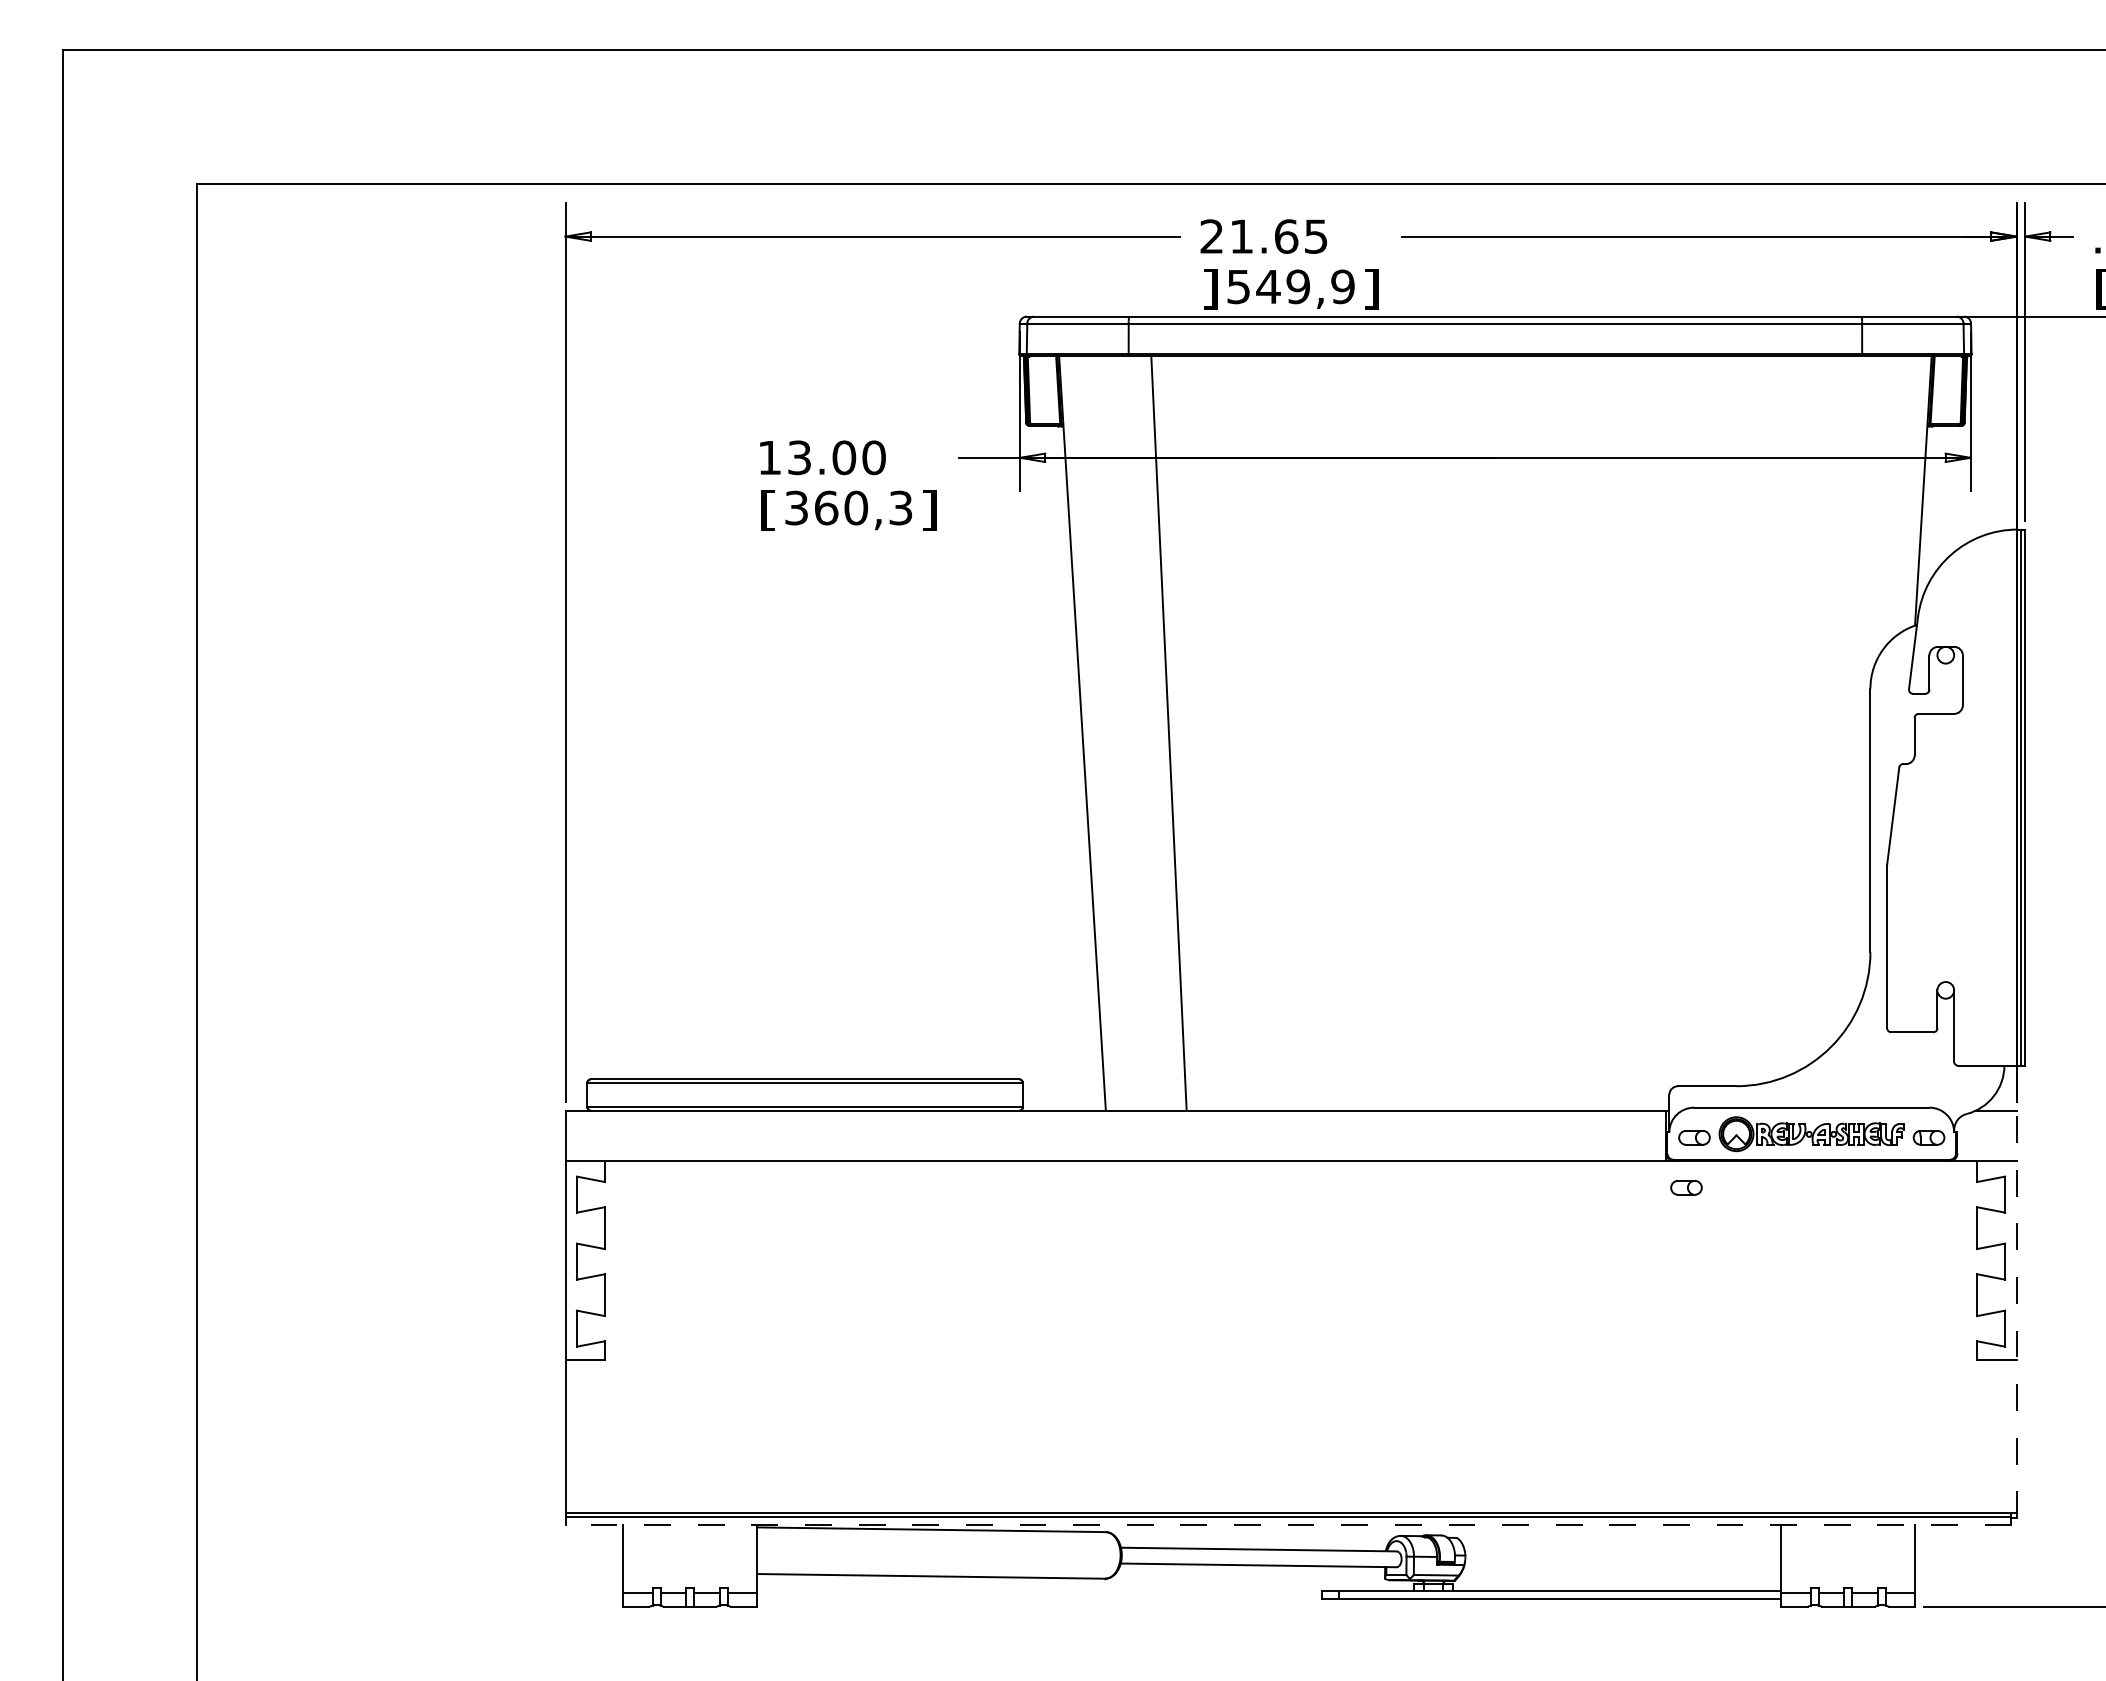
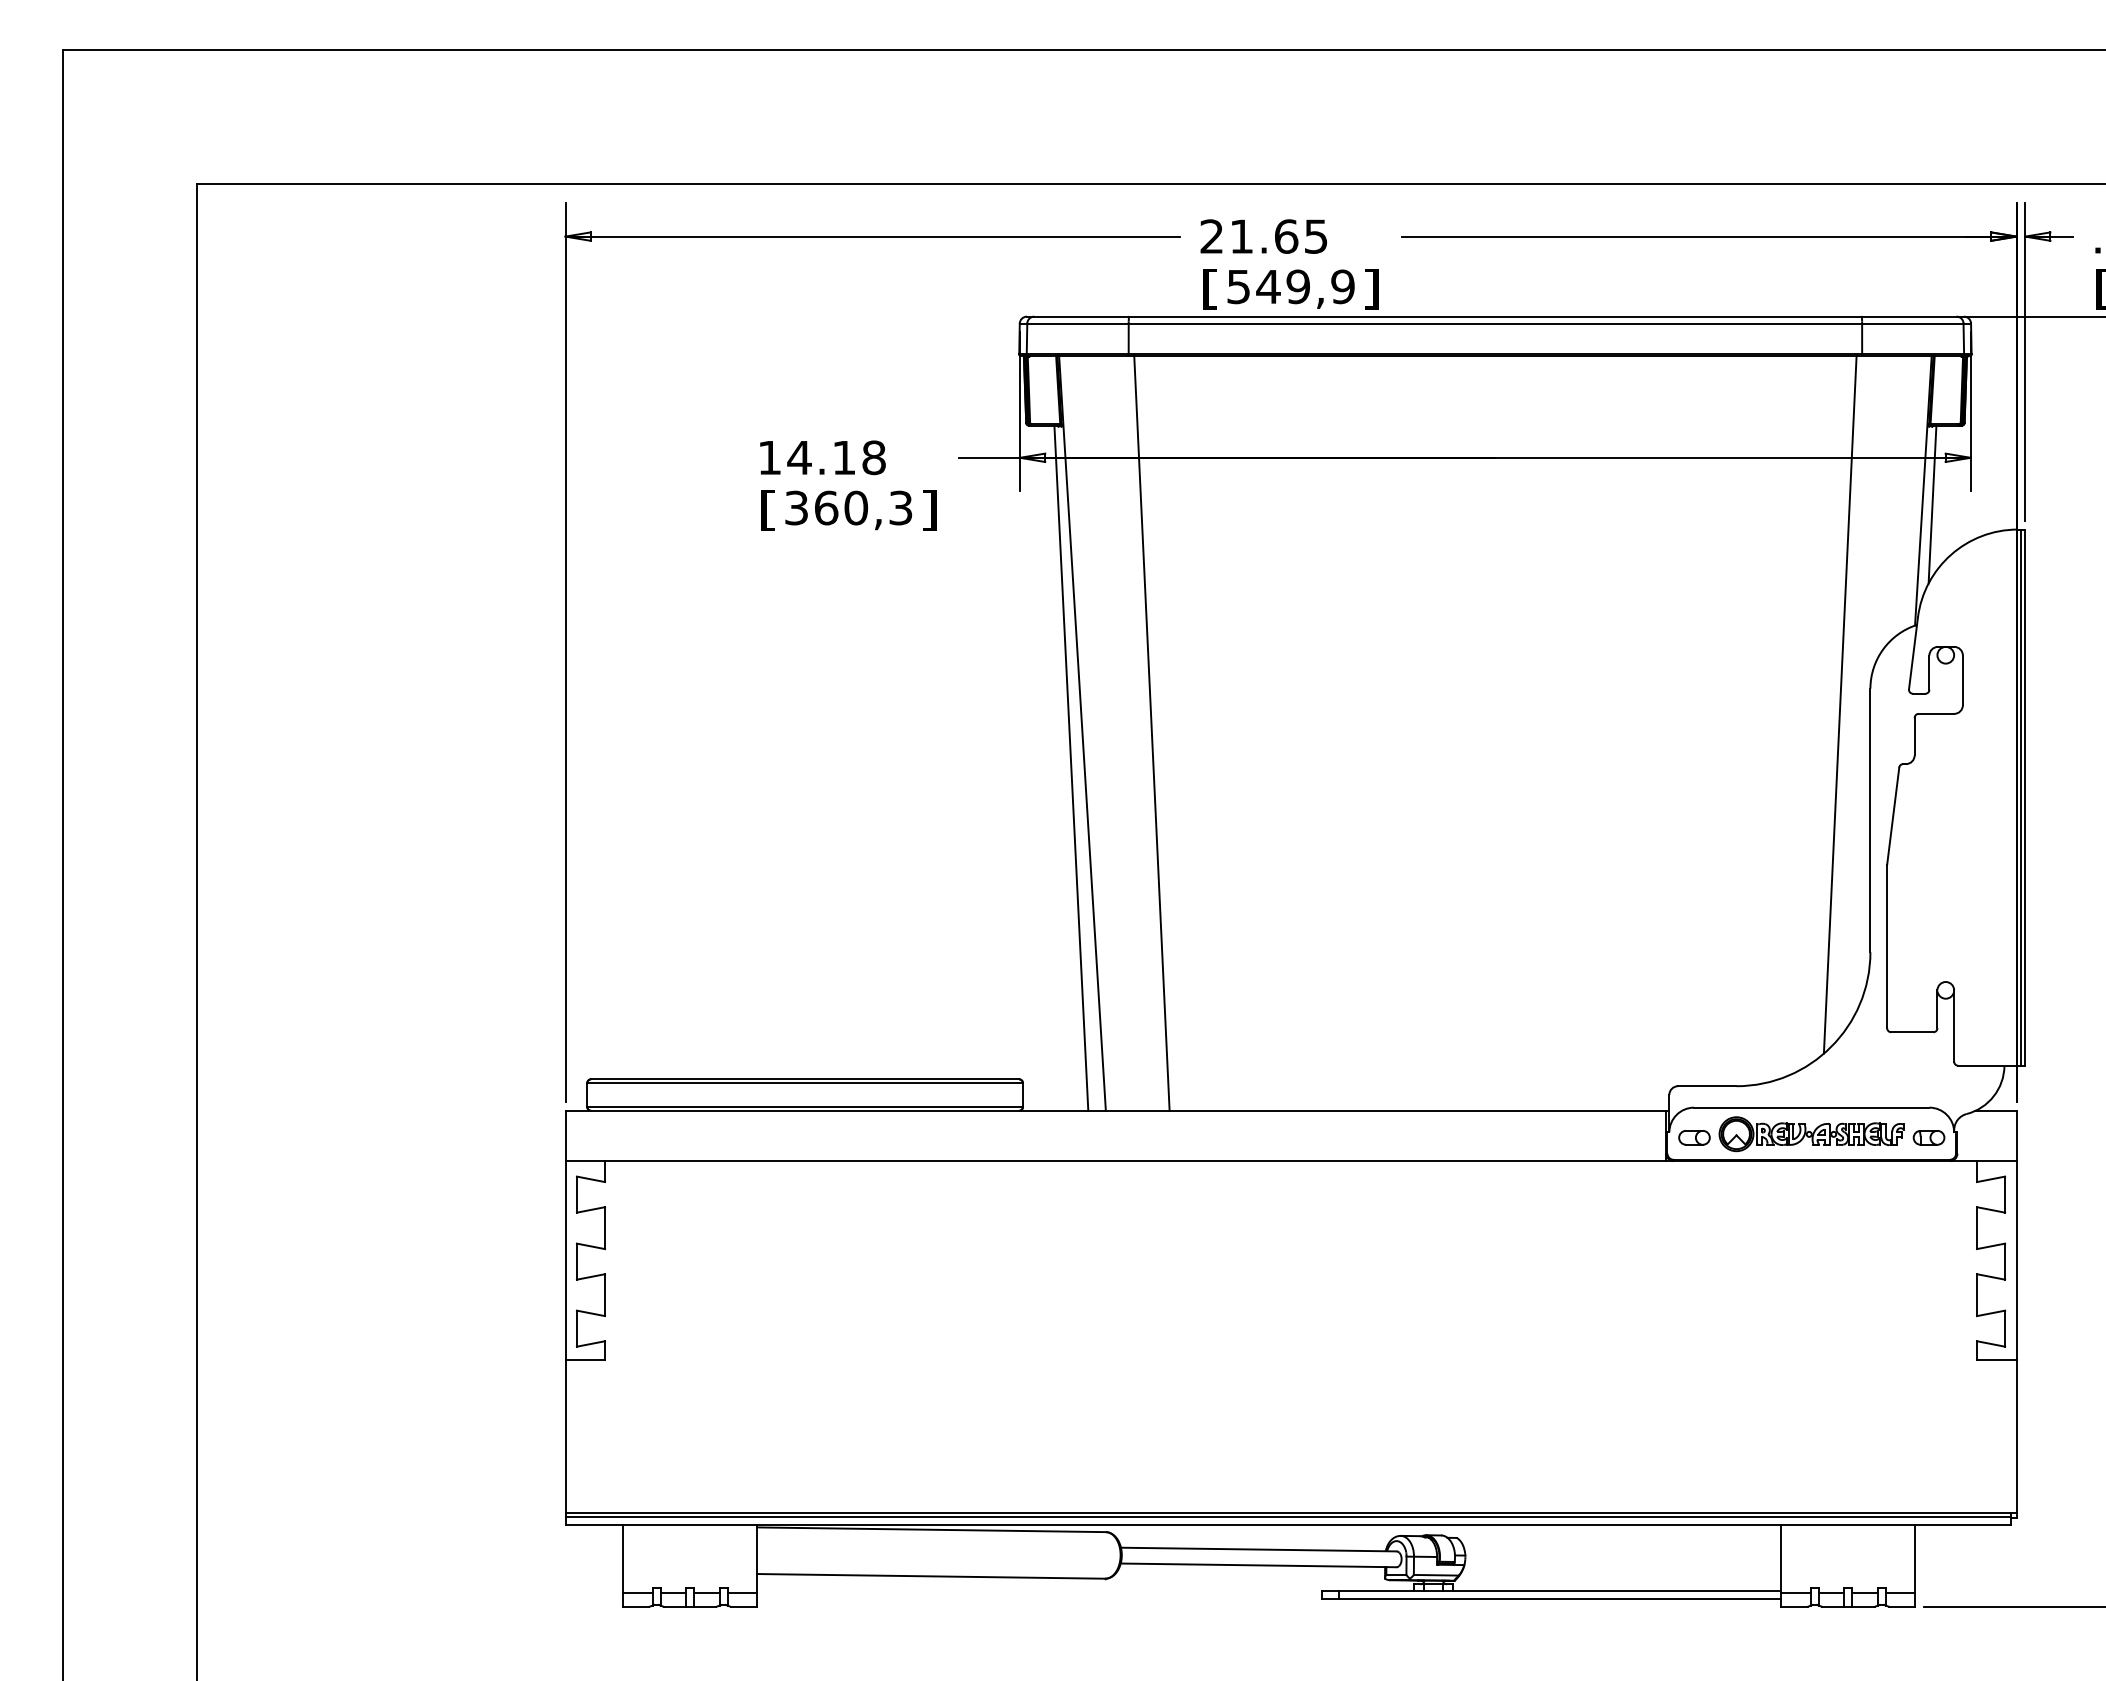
text at (1210, 289): ] -> [
text at (836, 457): 13.00 -> 14.18
line at (1932, 504): none -> present
line at (1839, 704): none -> present
line at (1168, 731) position: (1168, 731) -> (1151, 732)
line at (1071, 767): none -> present
part at (1686, 1187): present -> none
line at (2016, 1314): dashed -> solid
line at (1288, 1525): dashed -> solid
